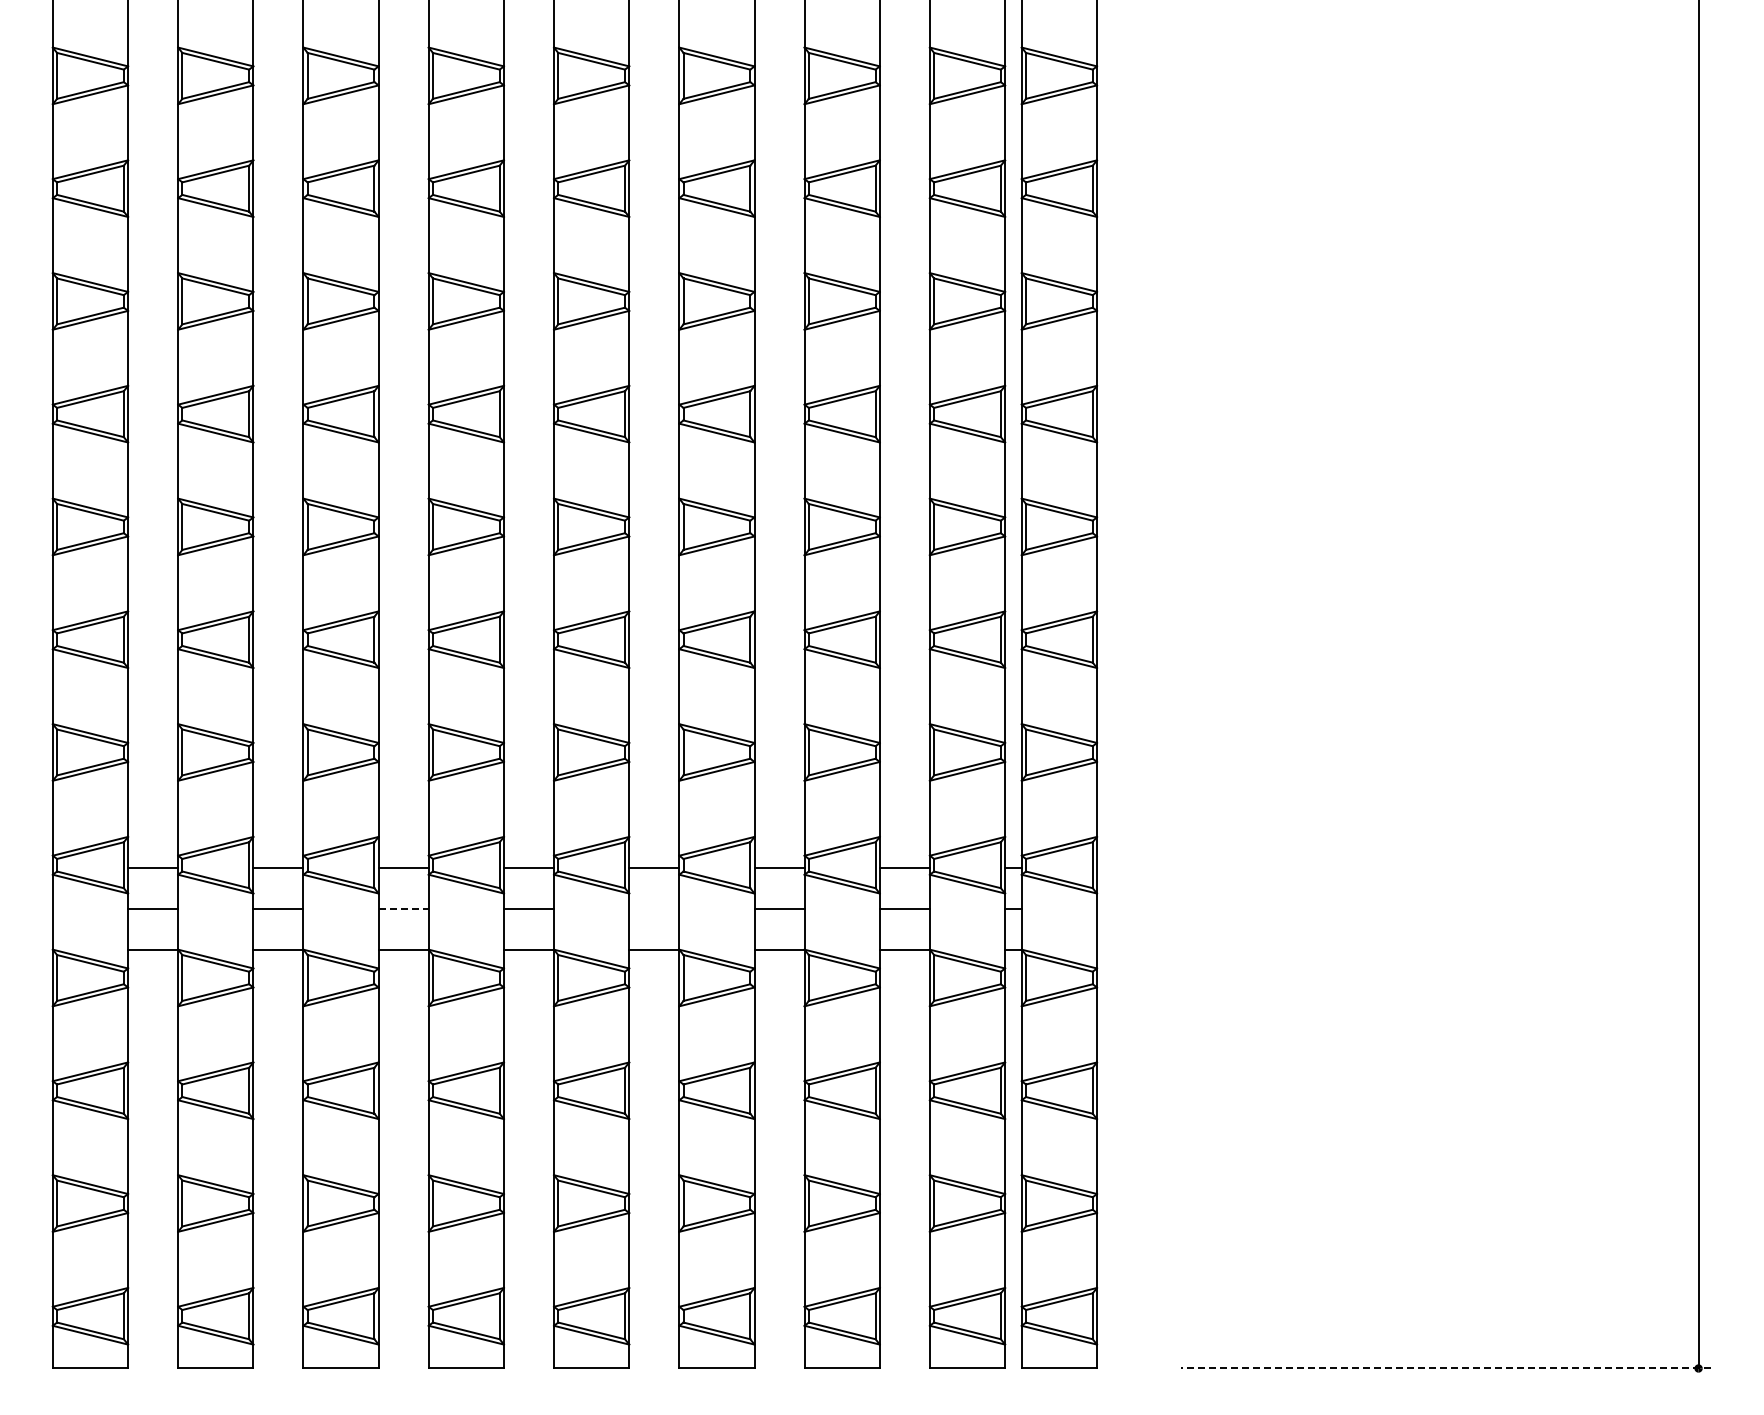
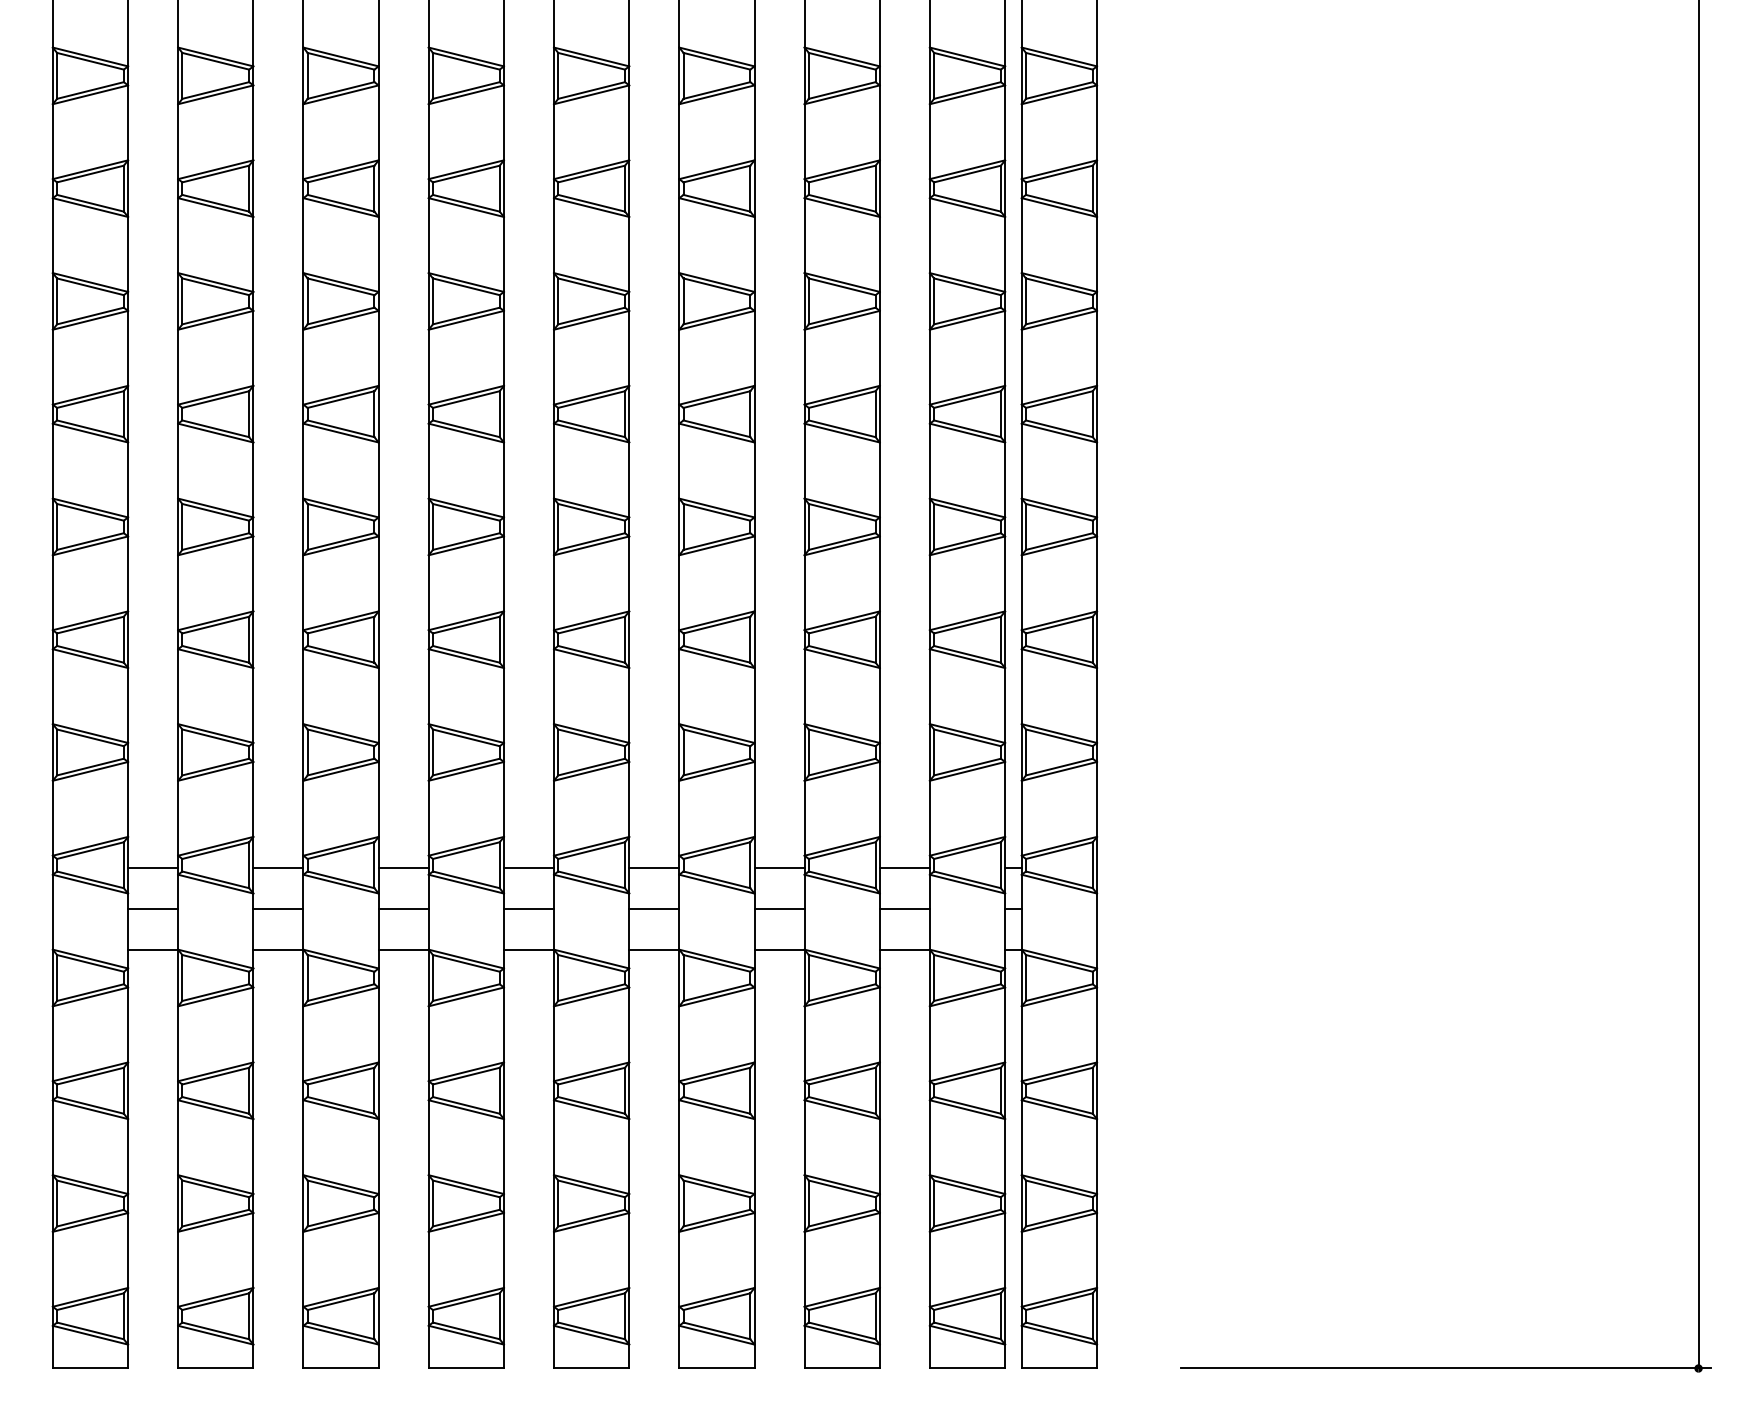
line at (404, 909): dashed -> solid
line at (654, 909): none -> present
line at (1445, 1368): dashed -> solid
